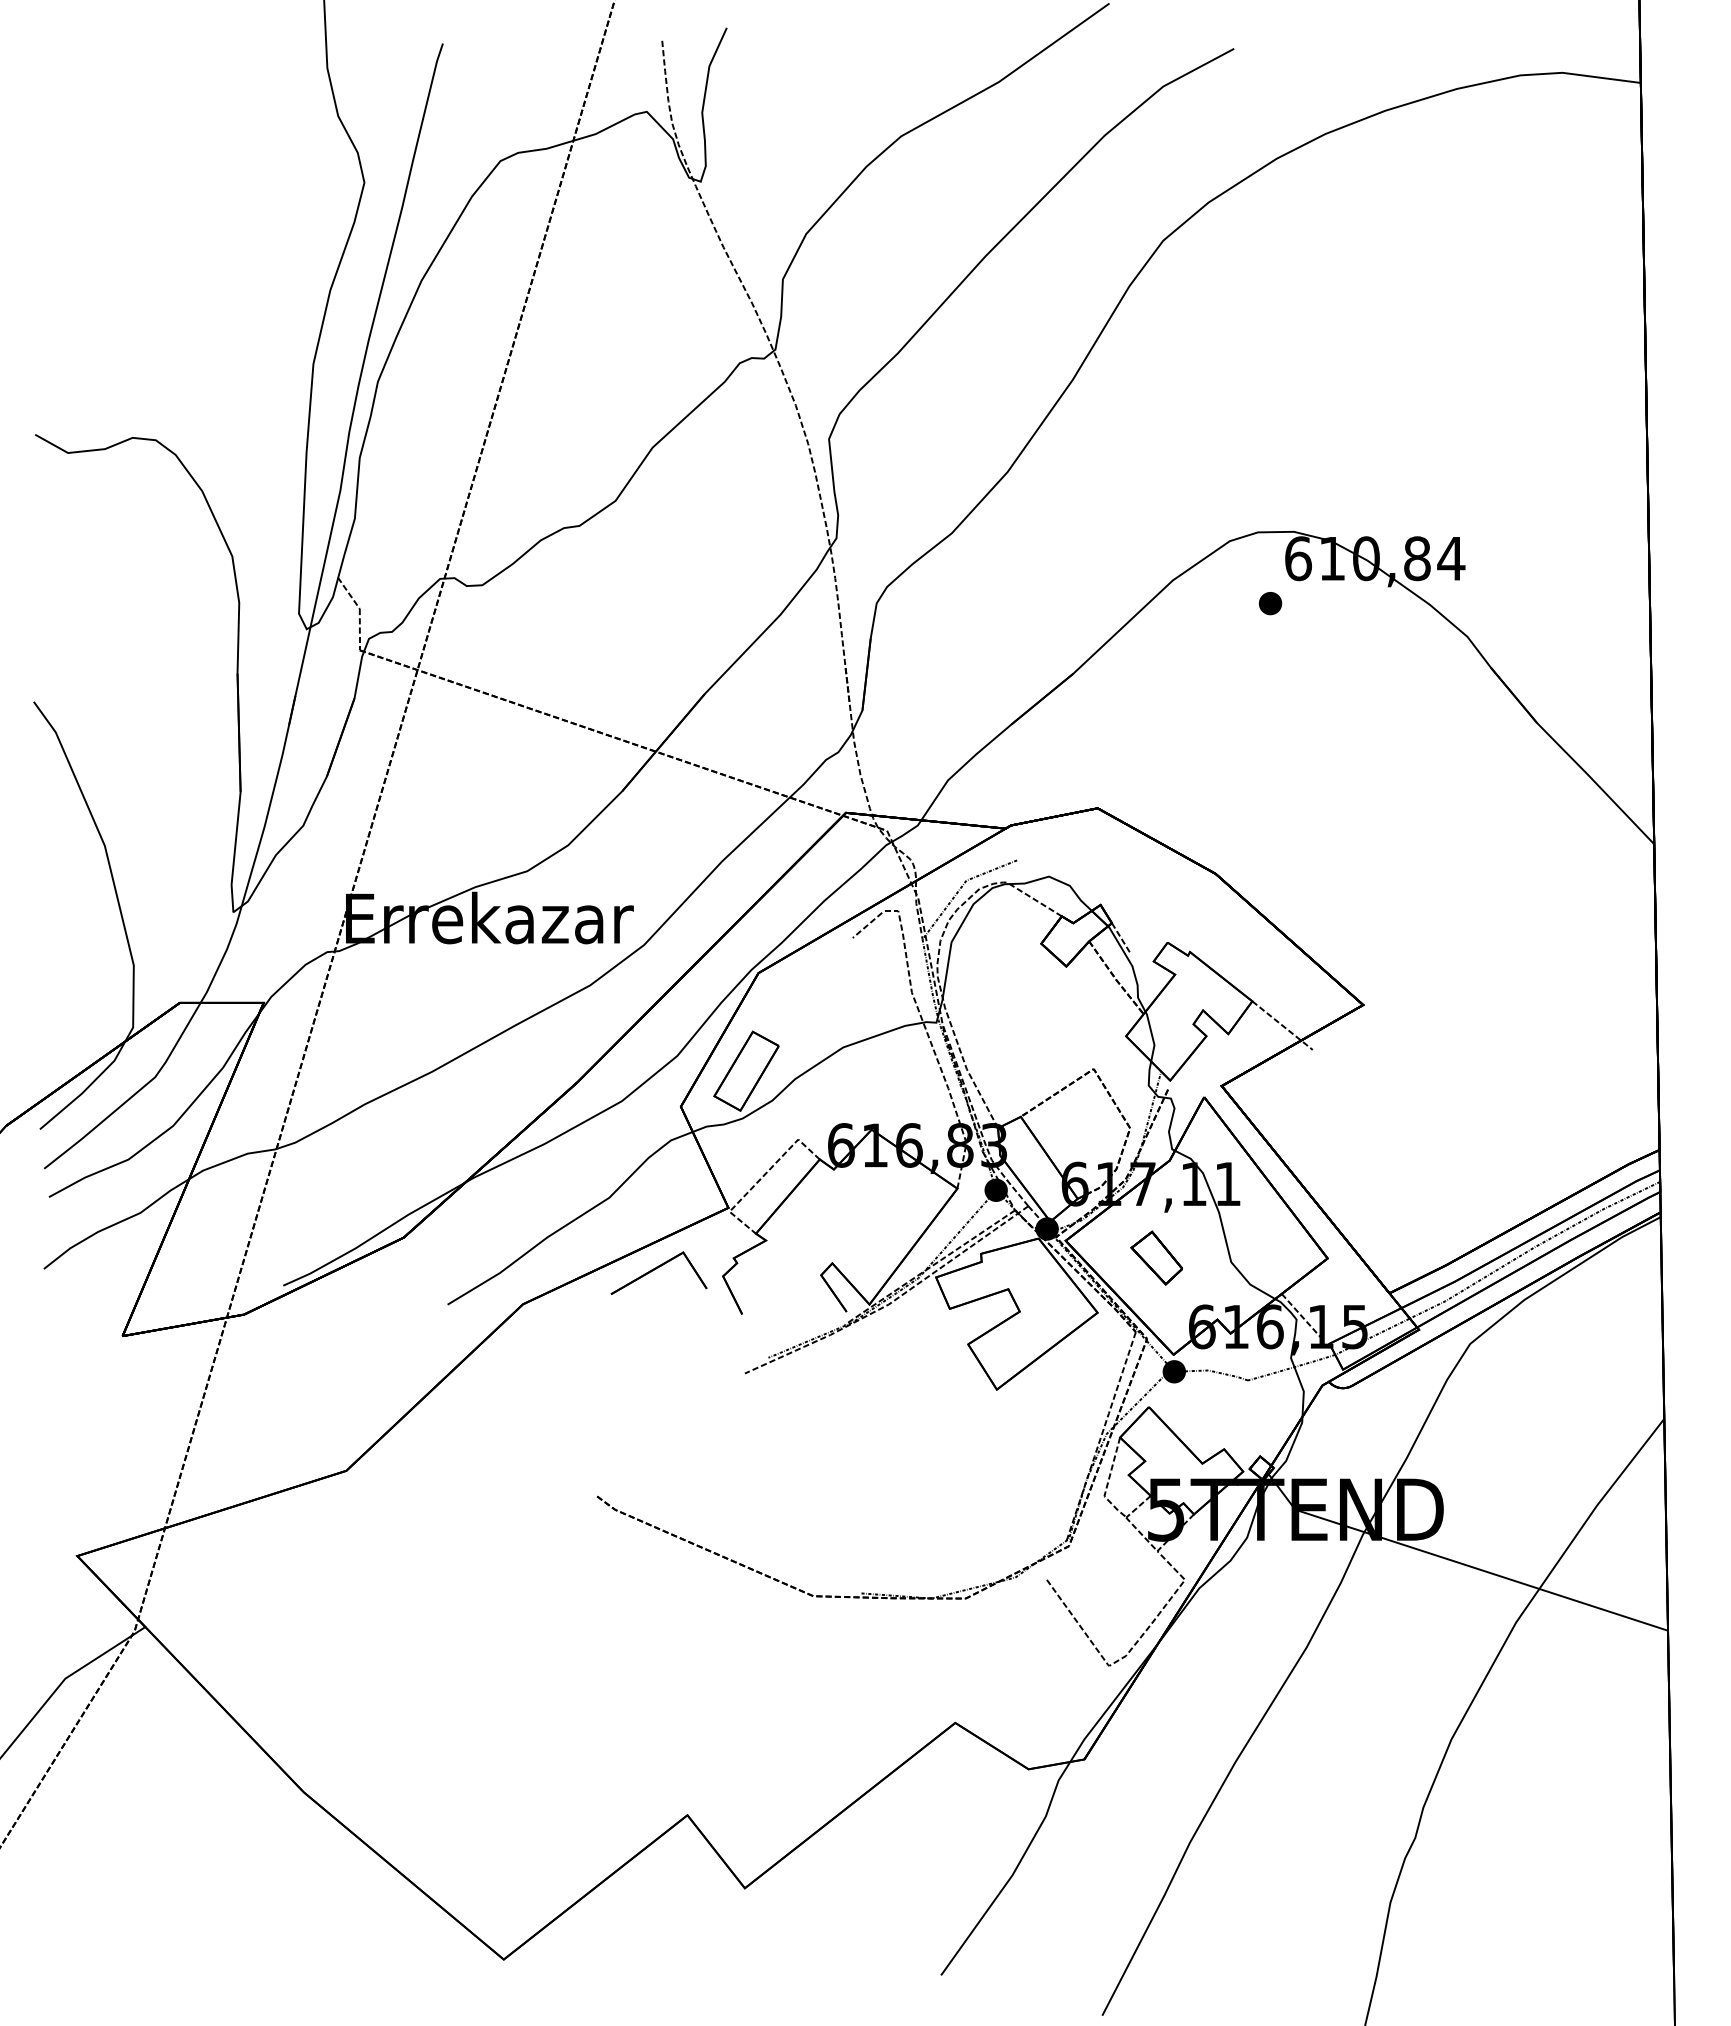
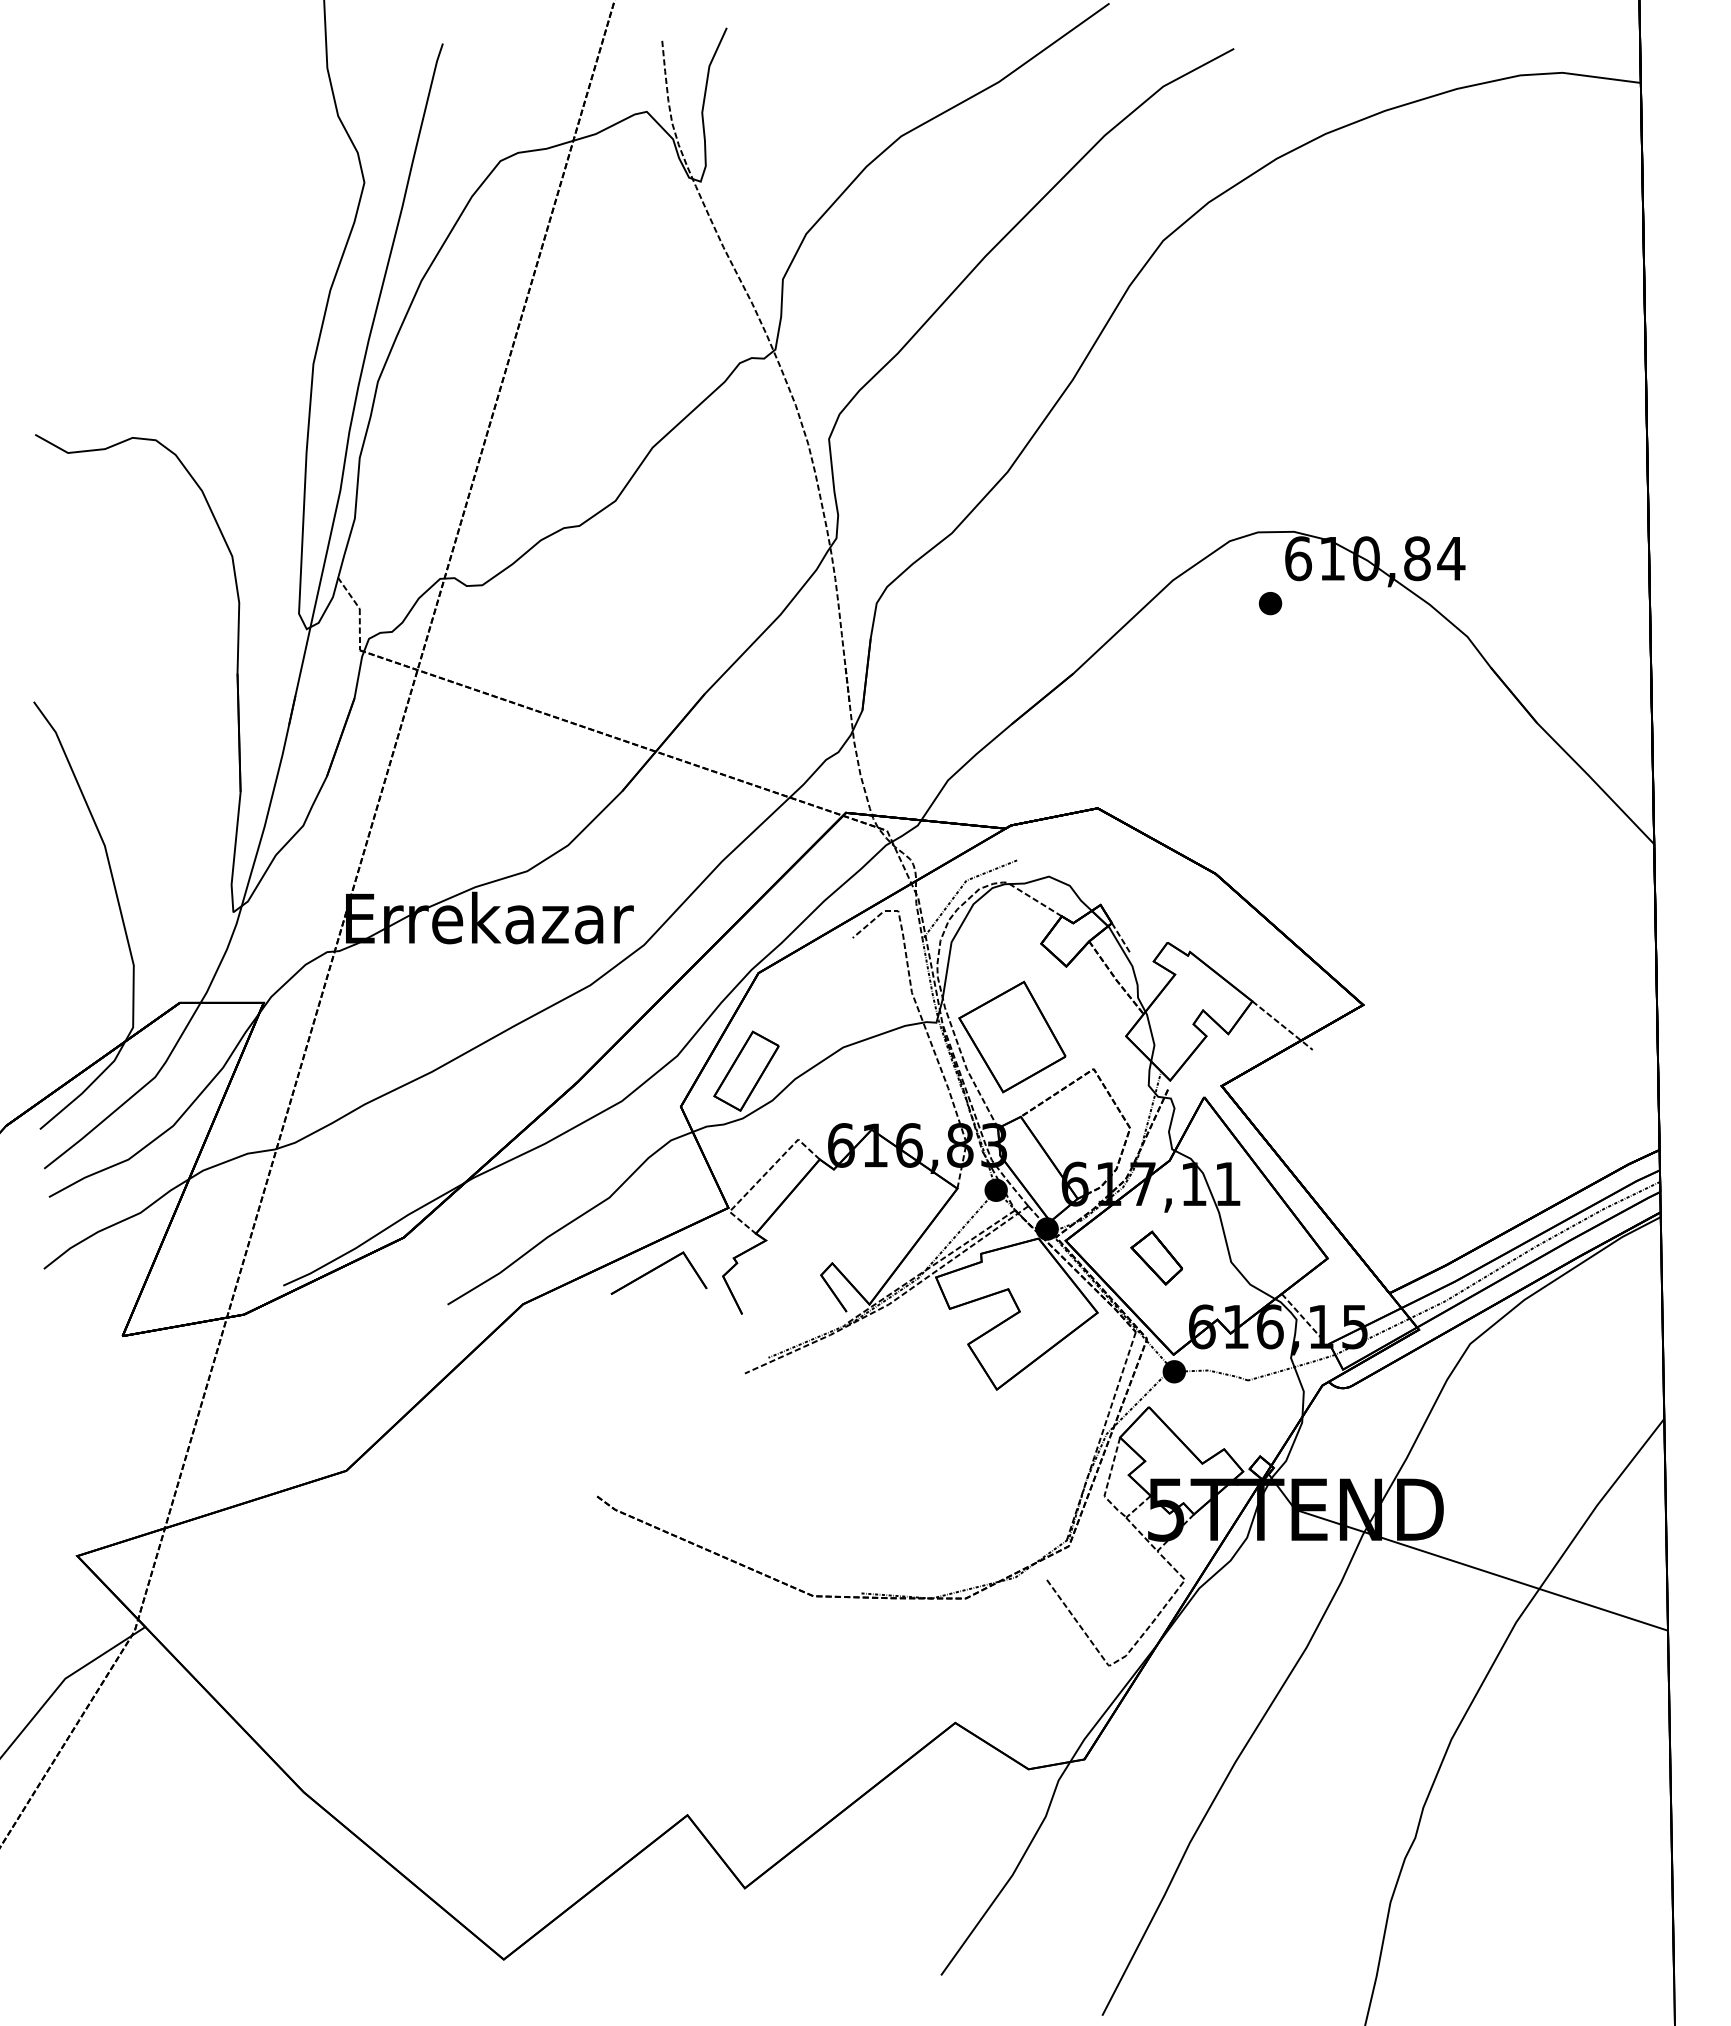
part at (1012, 1036): none -> present
